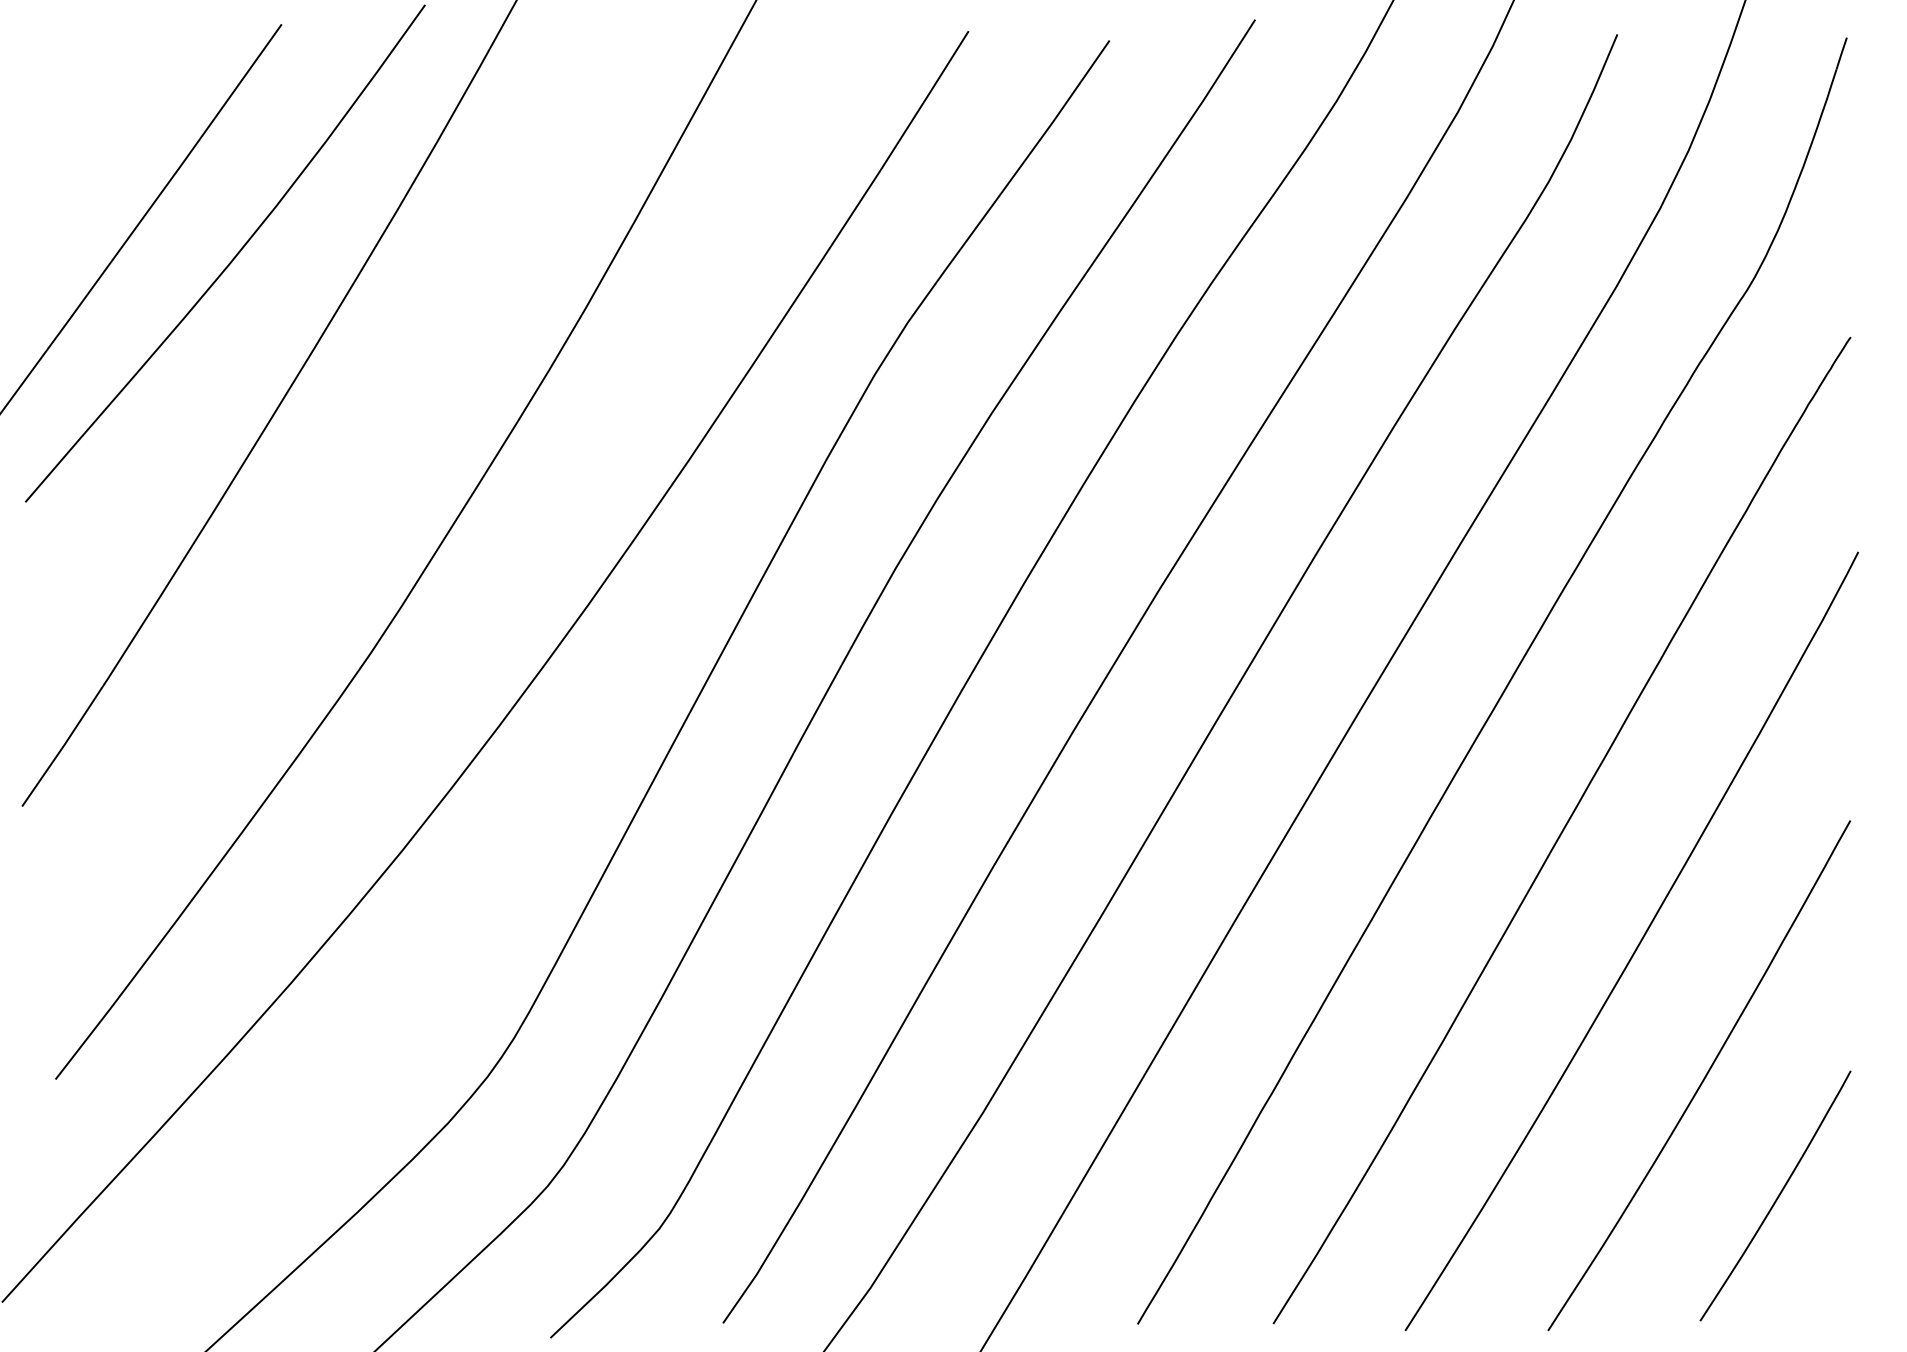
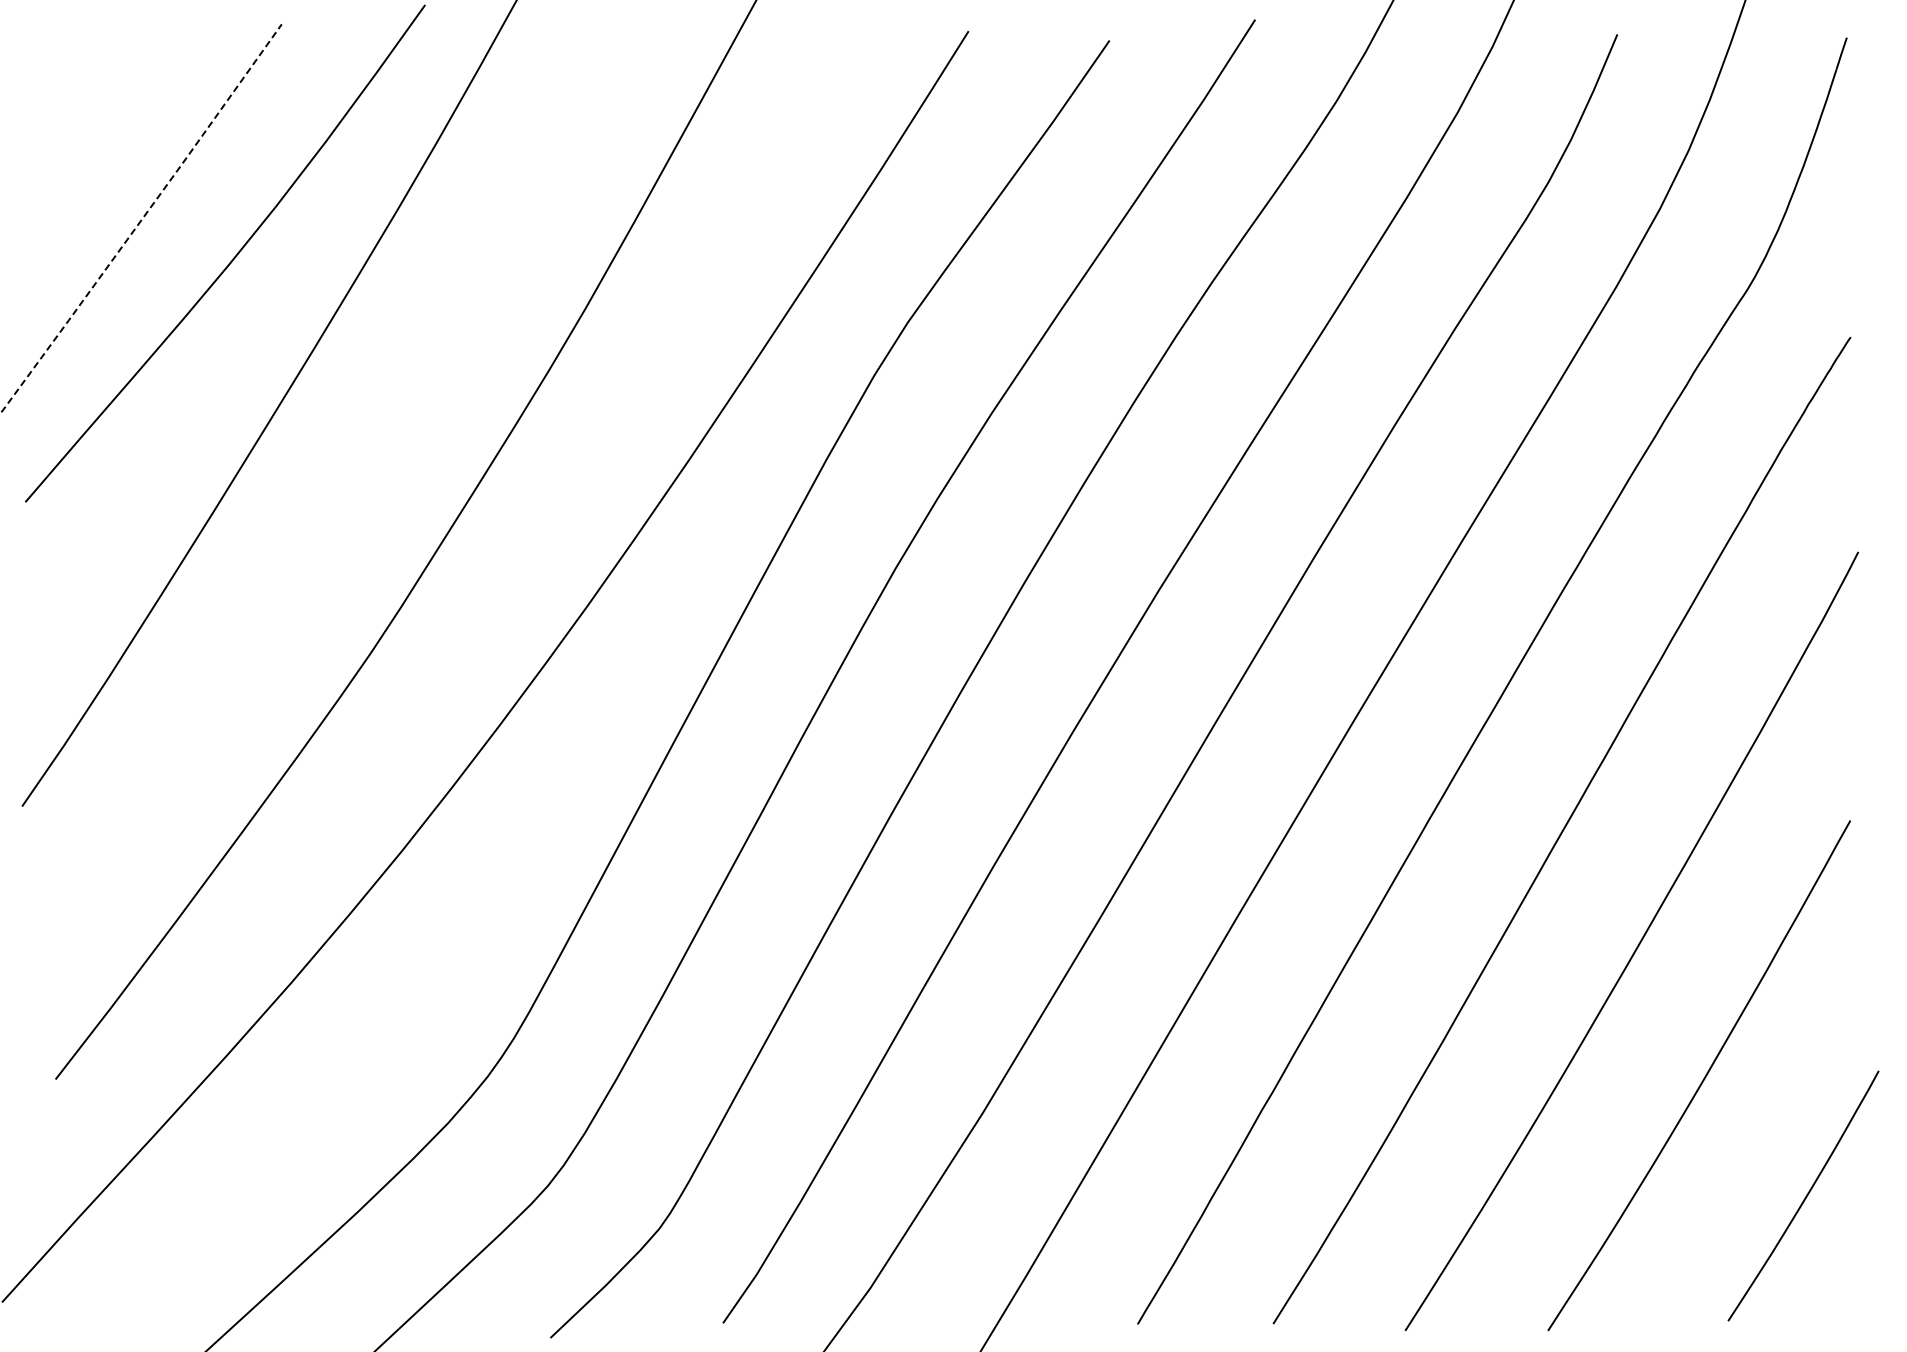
line at (142, 219): solid -> dashed
curve at (1777, 1196) position: (1777, 1196) -> (1805, 1196)
